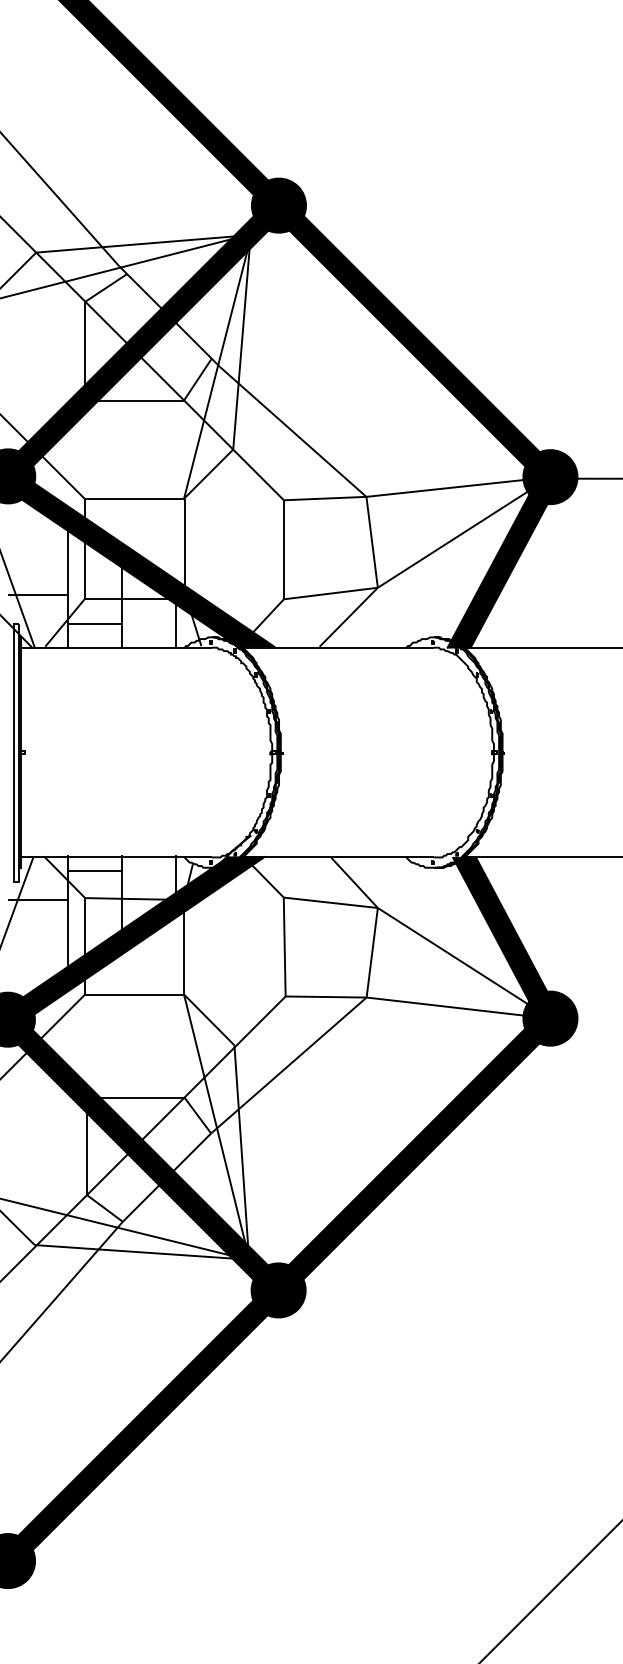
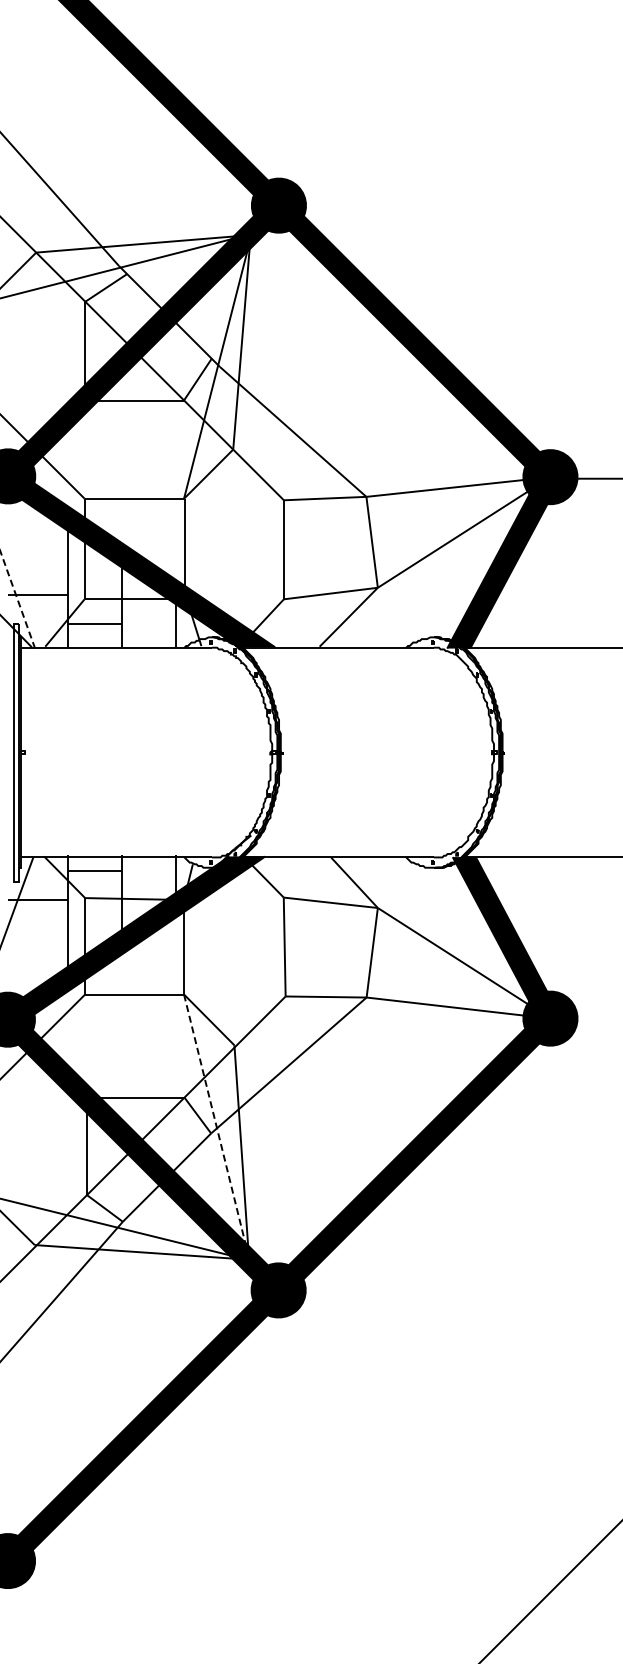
line at (17, 599): solid -> dashed
line at (216, 1126): solid -> dashed
